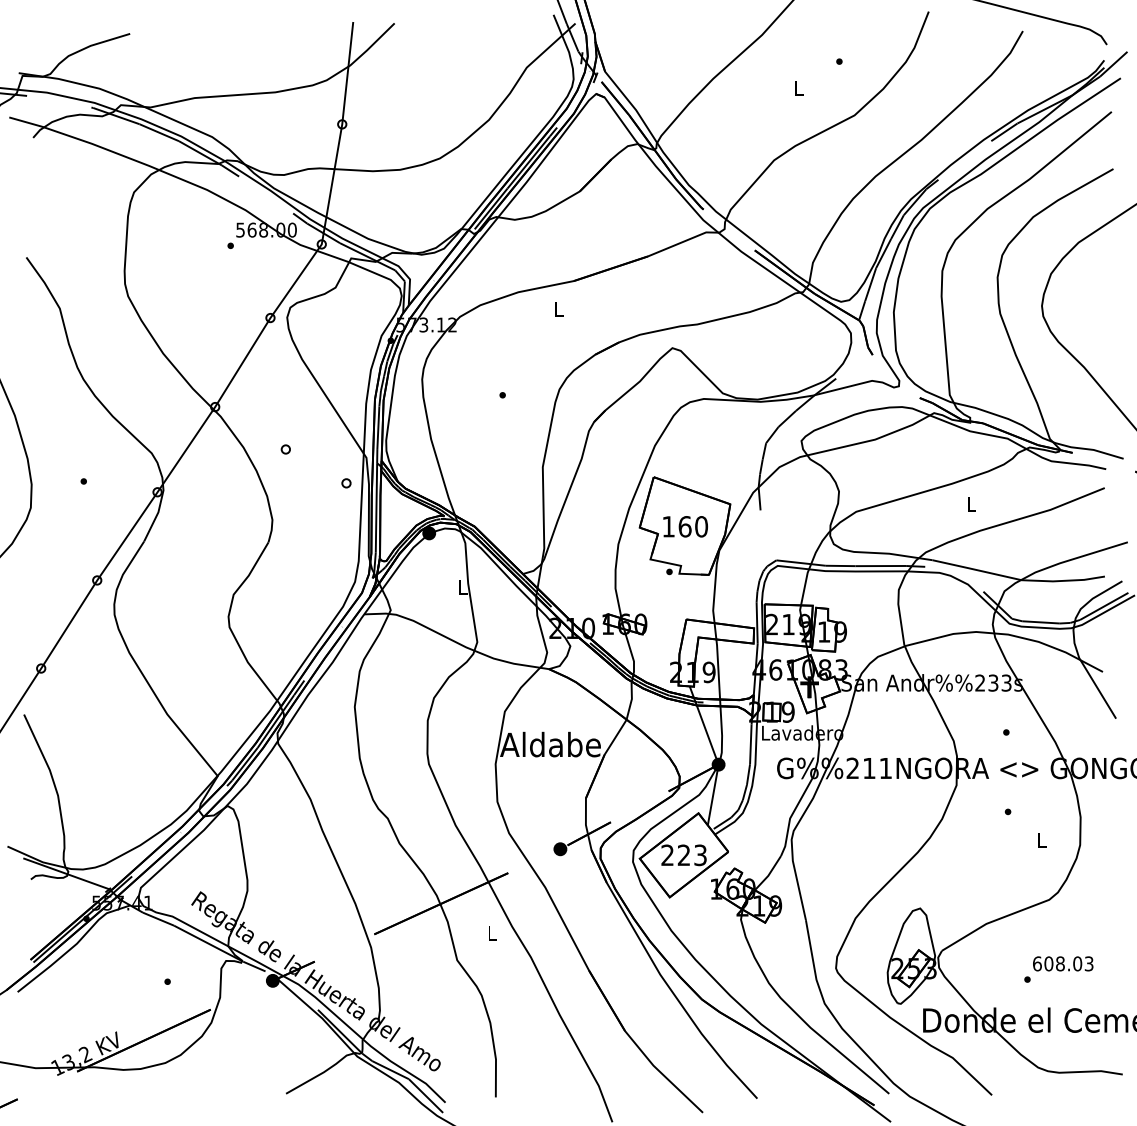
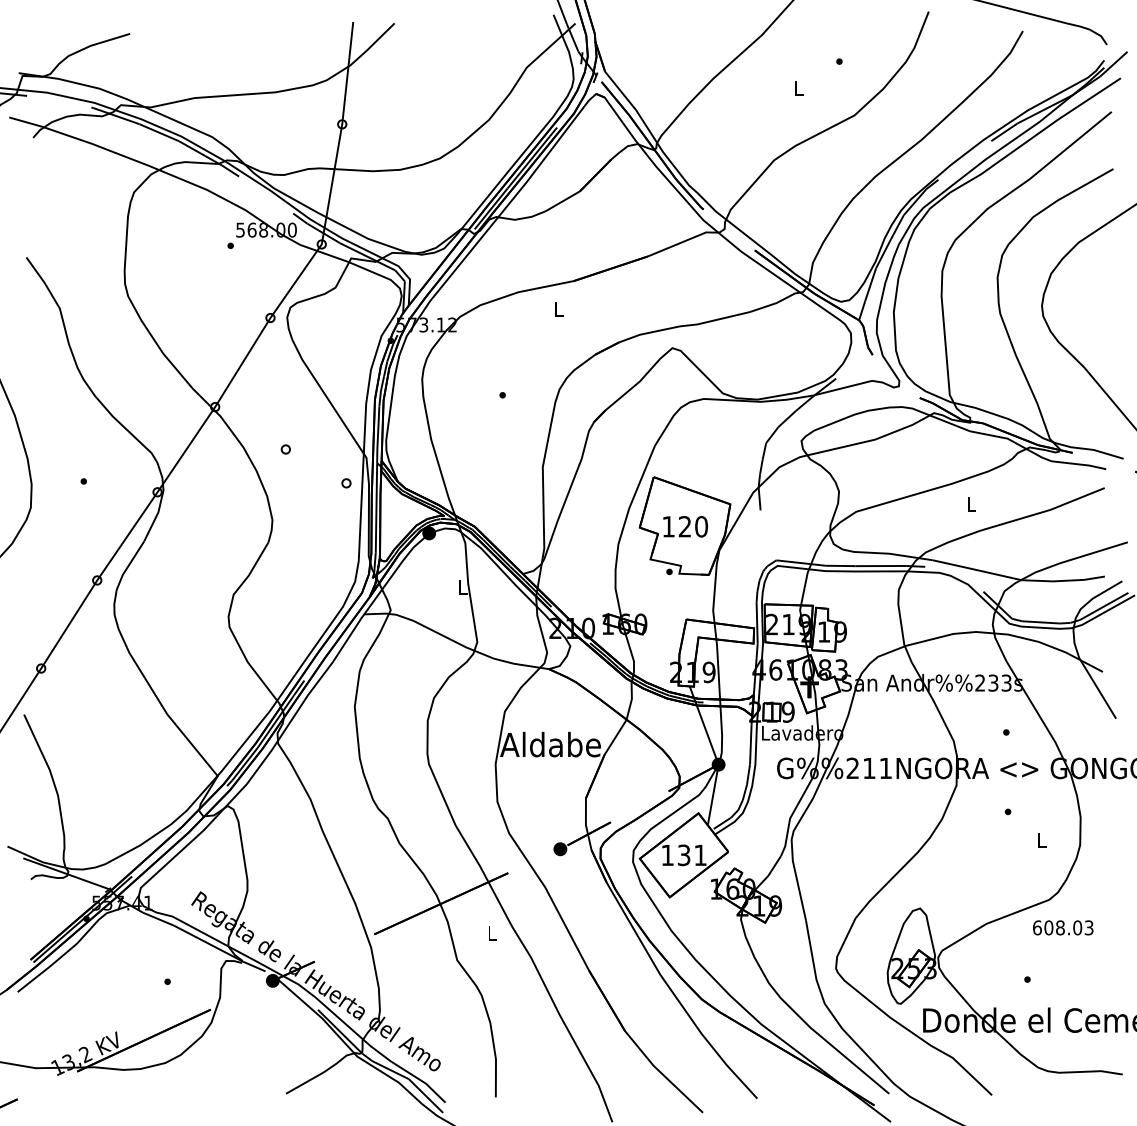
text at (684, 526): 160 -> 120
text at (683, 855): 223 -> 131
text at (1063, 963) position: (1063, 963) -> (1063, 927)
